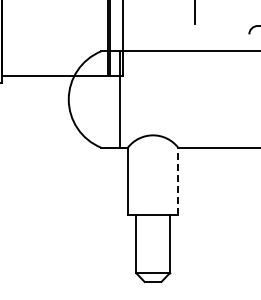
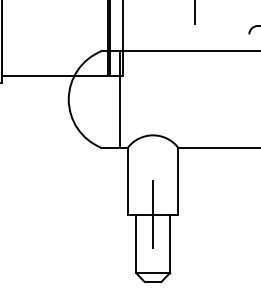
line at (178, 180): dashed -> solid
line at (153, 214): none -> present
